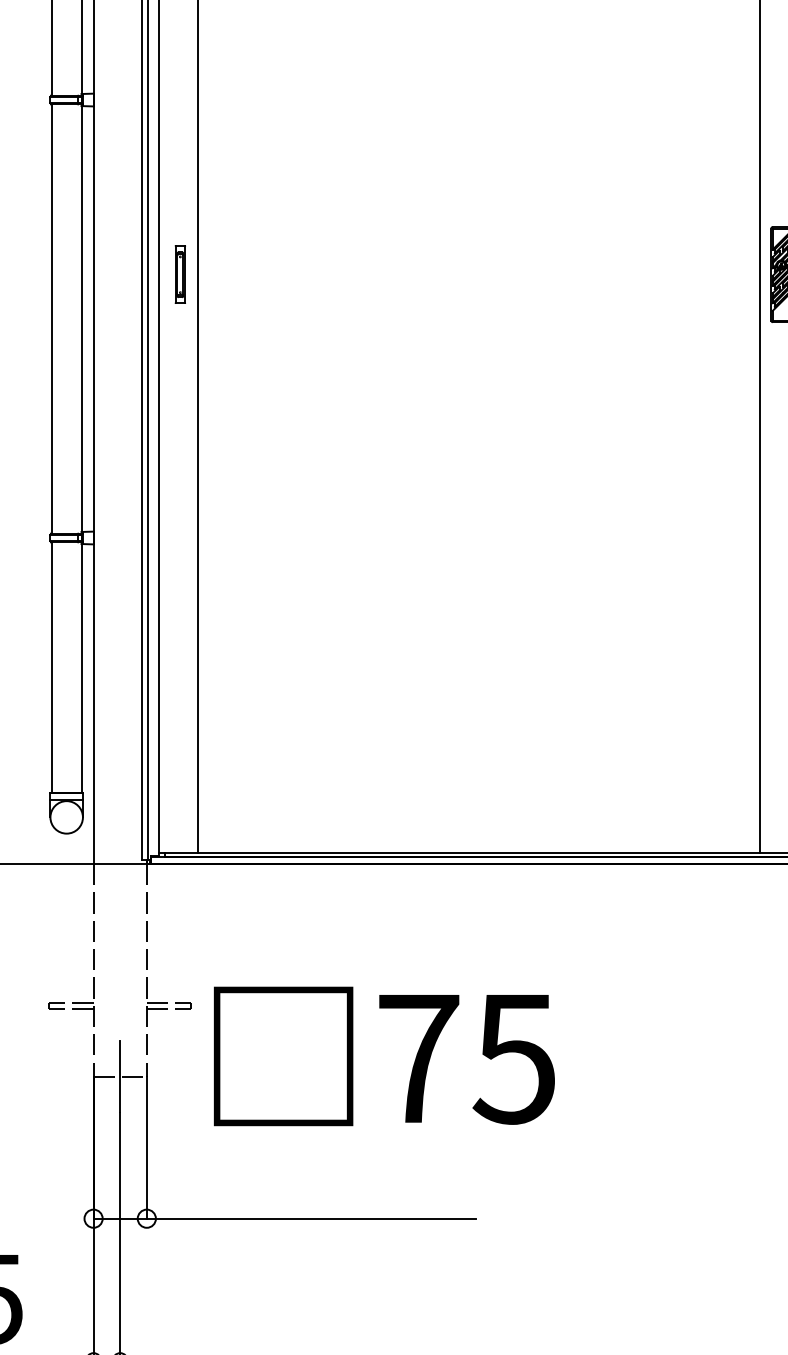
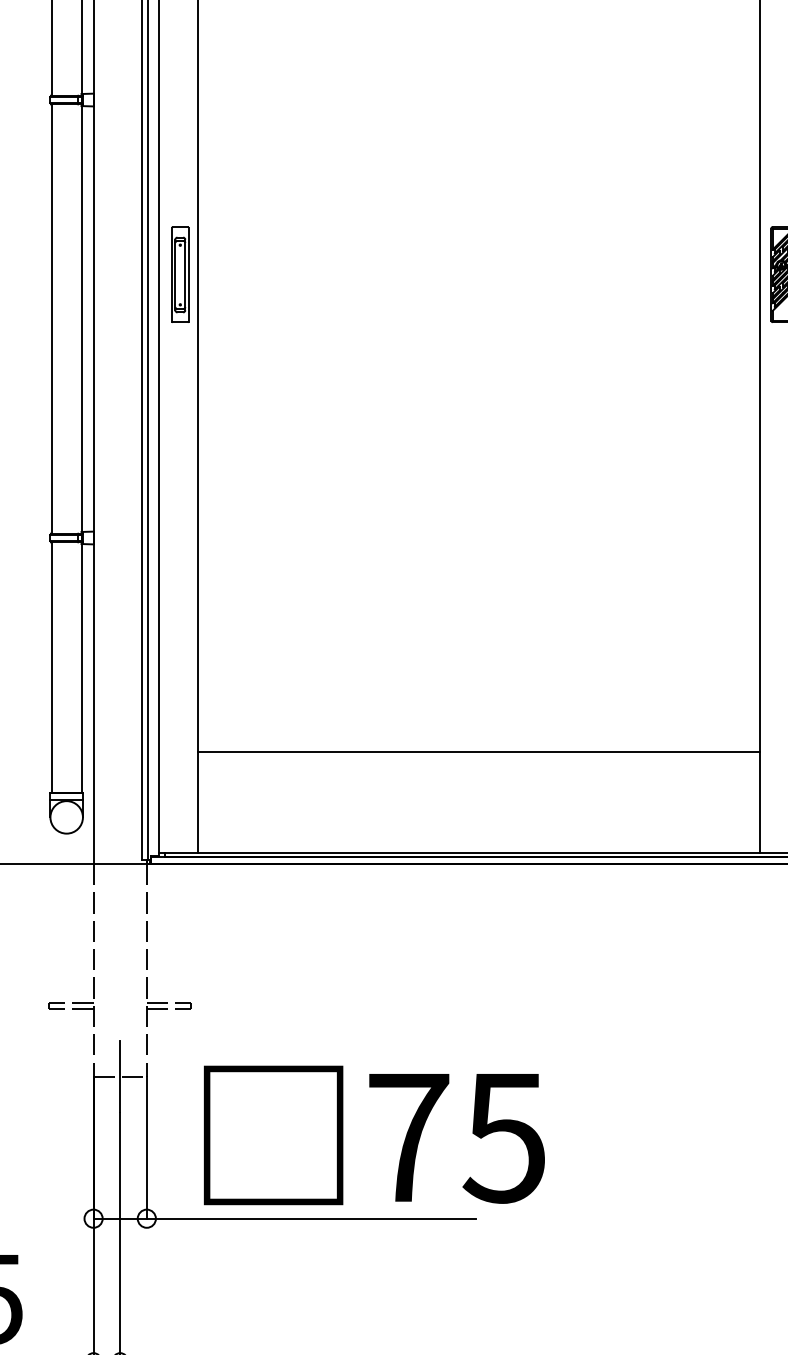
part at (179, 274) size: 12x59 px -> 19x97 px
line at (478, 752): none -> present
text at (384, 1056) position: (384, 1056) -> (374, 1135)
